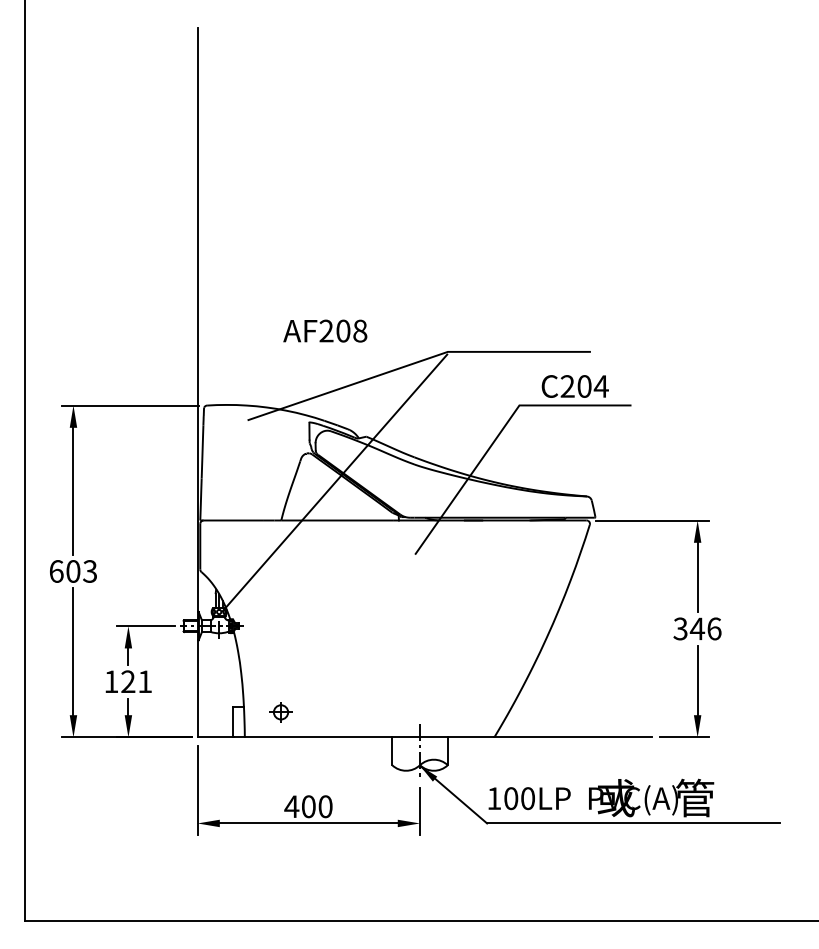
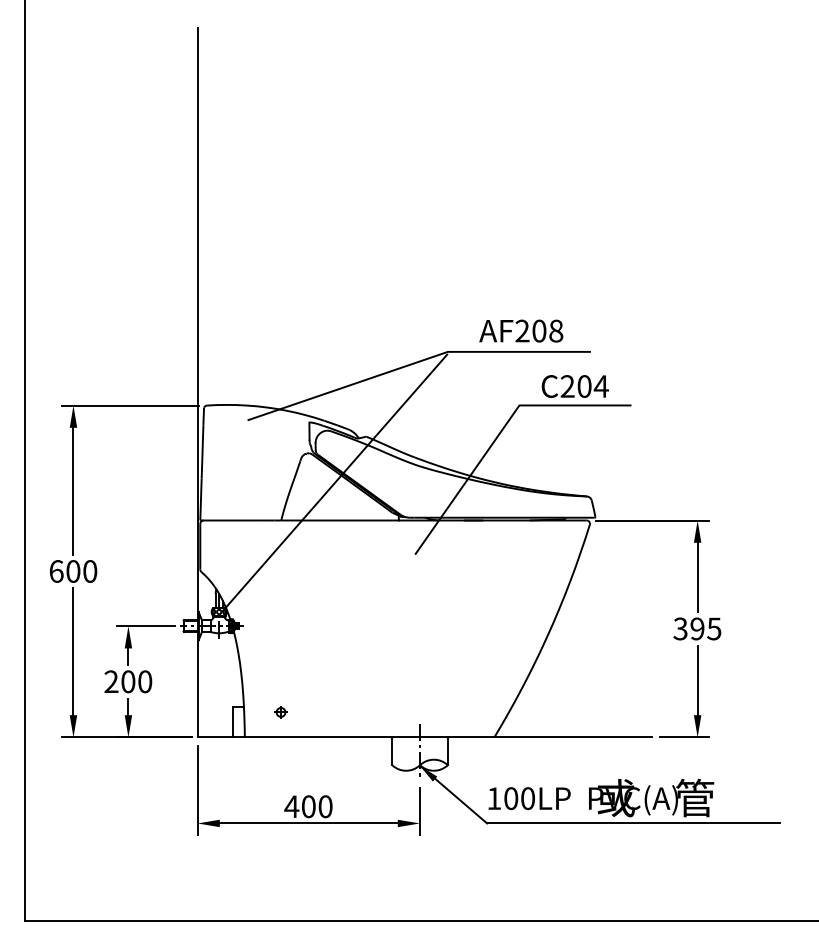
text at (325, 330) position: (325, 330) -> (521, 330)
text at (90, 571): 603 -> 600
text at (705, 628): 346 -> 395
text at (128, 681): 121 -> 200
part at (280, 712) size: 24x21 px -> 14x13 px
